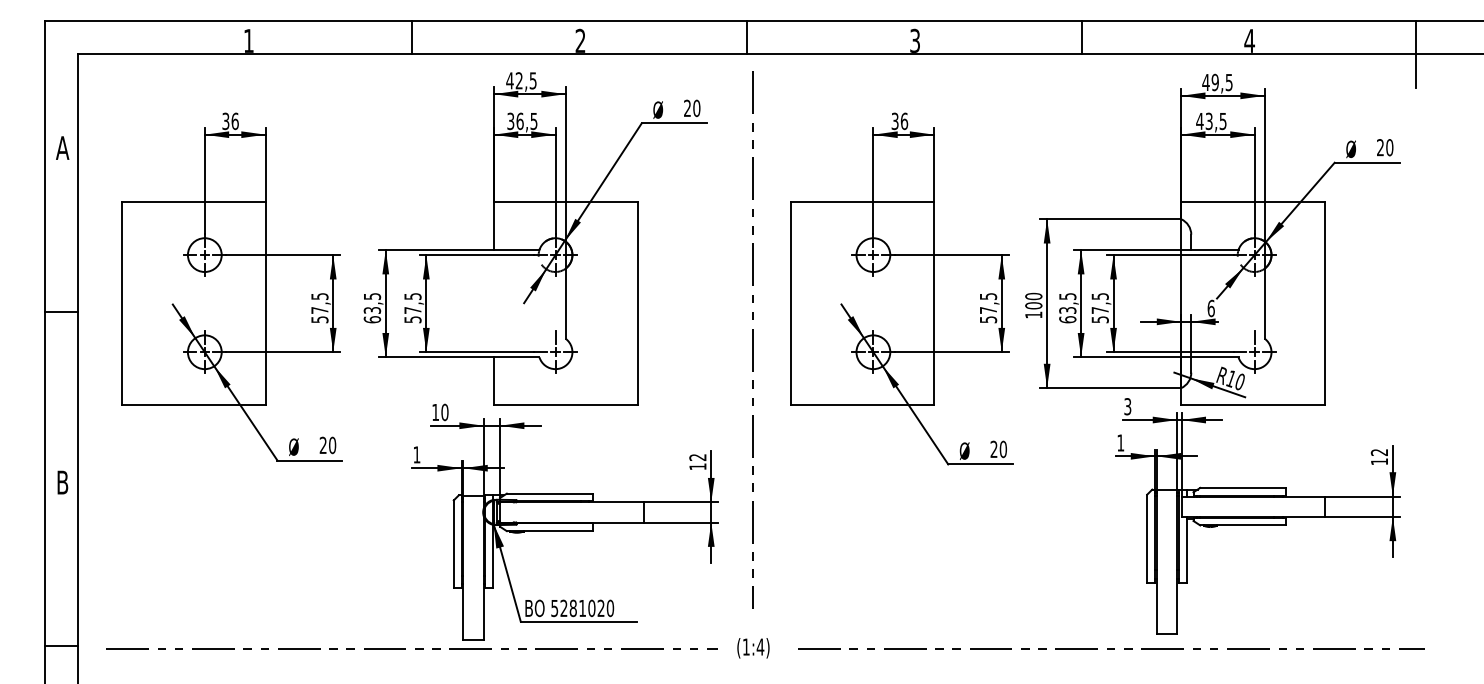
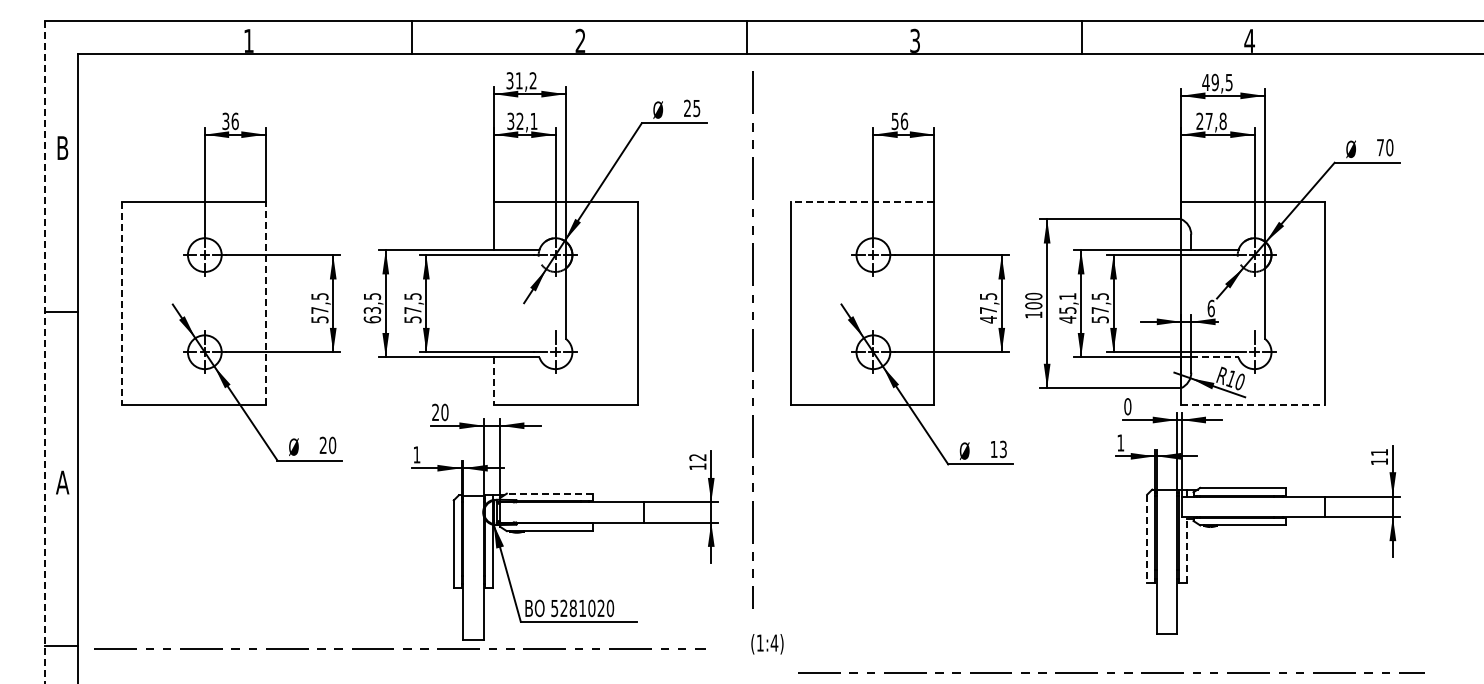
line at (1416, 53): present -> none
text at (521, 80): 42,5 -> 31,2
text at (696, 108): 20 -> 25
text at (895, 120): 36 -> 56
text at (526, 121): 36,5 -> 32,1
text at (1211, 121): 43,5 -> 27,8
text at (62, 147): A -> B
text at (1380, 147): 20 -> 70
line at (862, 202): solid -> dashed
line at (265, 303): solid -> dashed
line at (122, 304): solid -> dashed
text at (1067, 308): 63,5 -> 45,1
text at (988, 319): 57,5 -> 47,5
line at (44, 352): solid -> dashed
line at (1214, 357): solid -> dashed
line at (493, 381): solid -> dashed
line at (1252, 405): solid -> dashed
text at (1127, 406): 3 -> 0
text at (435, 411): 10 -> 20
text at (998, 449): 20 -> 13
text at (1378, 452): 12 -> 11
text at (62, 482): B -> A
line at (549, 493): solid -> dashed
line at (1147, 538): solid -> dashed
line at (1186, 549): solid -> dashed
line at (415, 648) position: (415, 648) -> (403, 648)
text at (753, 648) position: (753, 648) -> (767, 644)
line at (1111, 648) position: (1111, 648) -> (1111, 672)
